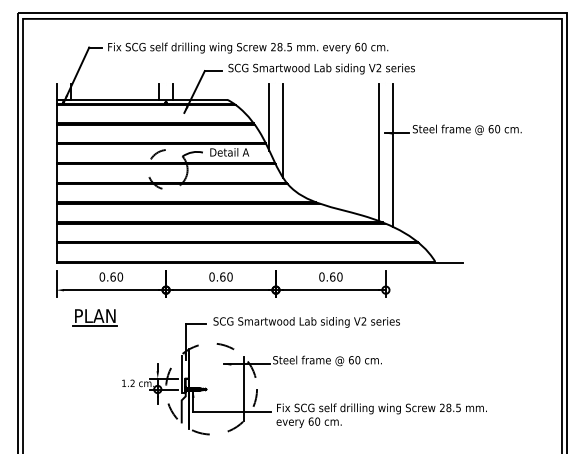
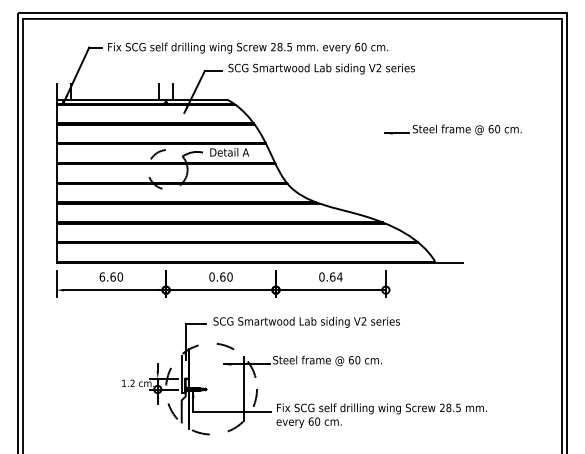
line at (269, 117): present -> none
line at (282, 130): present -> none
line at (378, 151): present -> none
line at (392, 154): present -> none
text at (102, 276): 0.60 -> 6.60
text at (339, 276): 0.60 -> 0.64
part at (94, 317): present -> none
